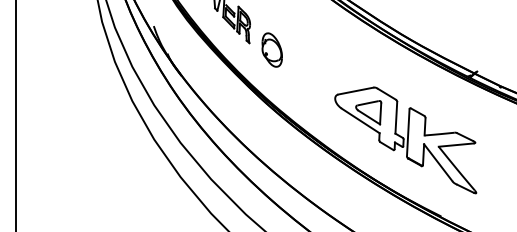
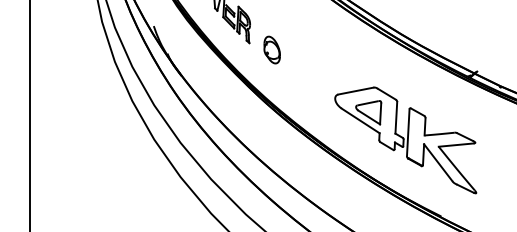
part at (271, 49) size: 22x36 px -> 18x30 px
line at (15, 115) position: (15, 115) -> (29, 115)
